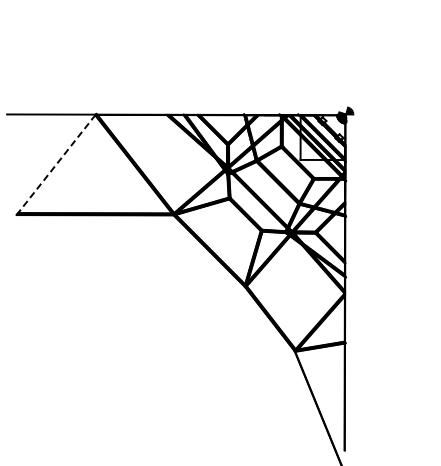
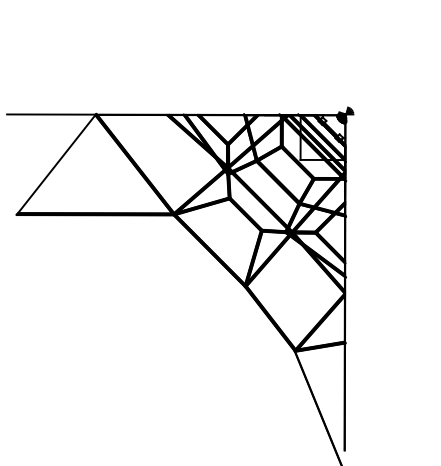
line at (56, 164): dashed -> solid
